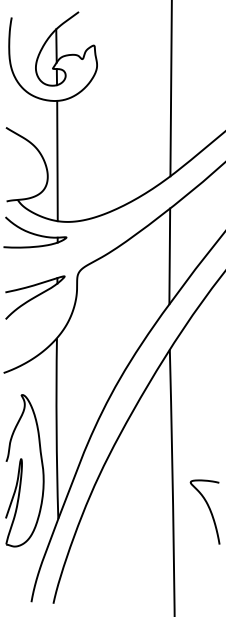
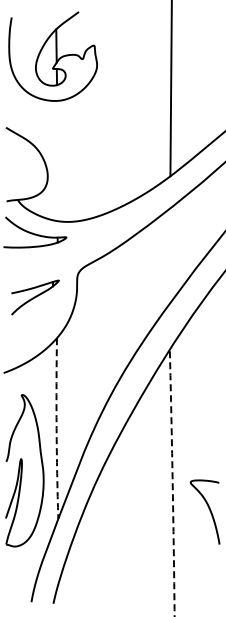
line at (57, 160): present -> none
line at (169, 256): present -> none
part at (35, 297) size: 61x45 px -> 49x37 px
arc at (56, 428): solid -> dashed
arc at (172, 482): solid -> dashed
